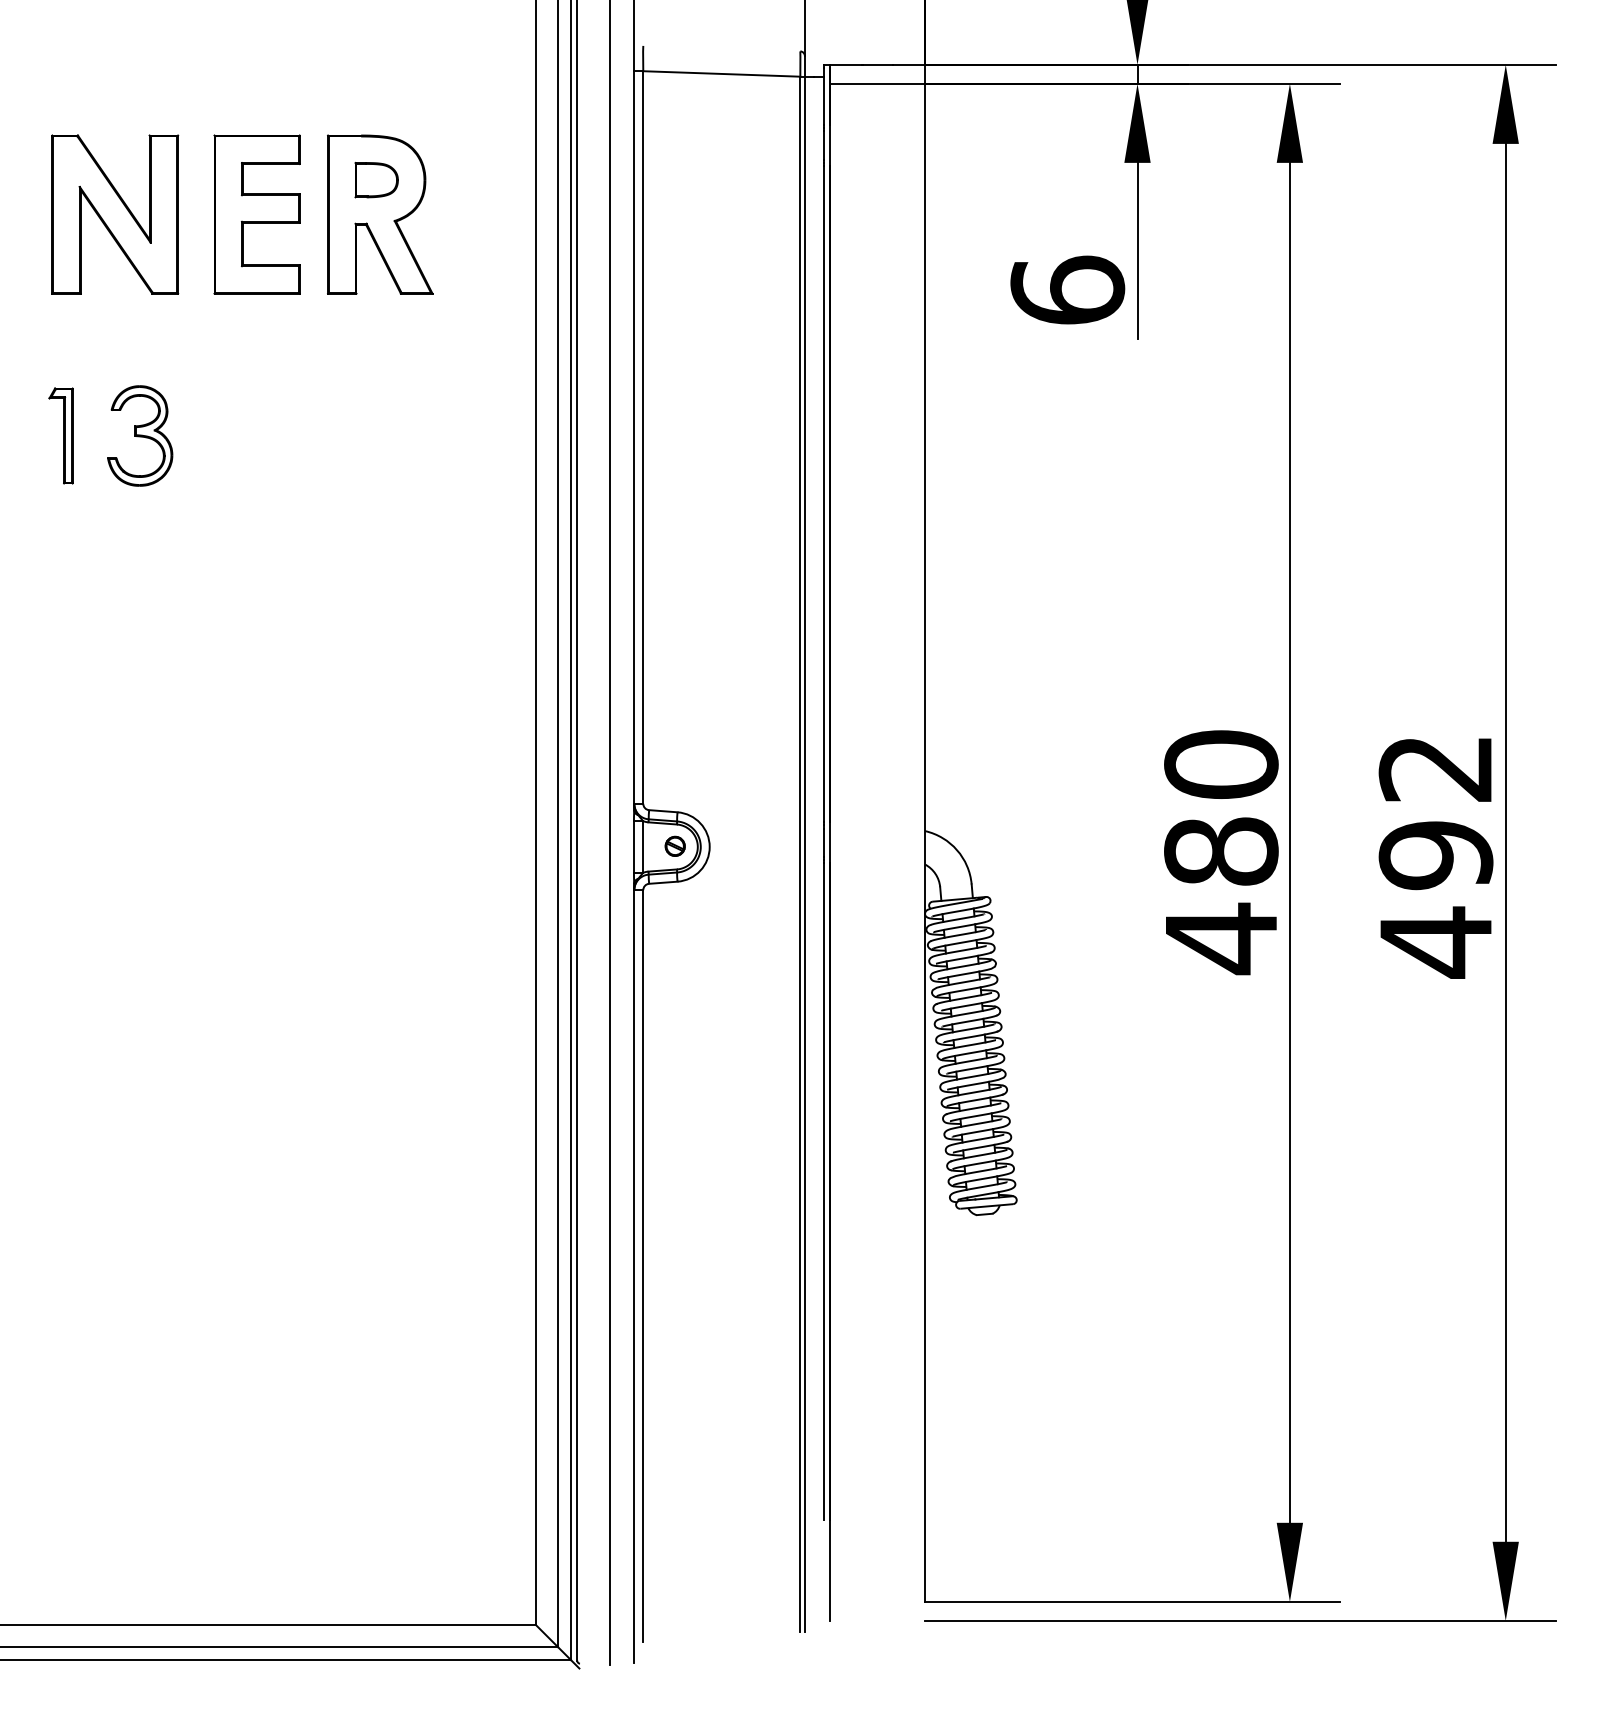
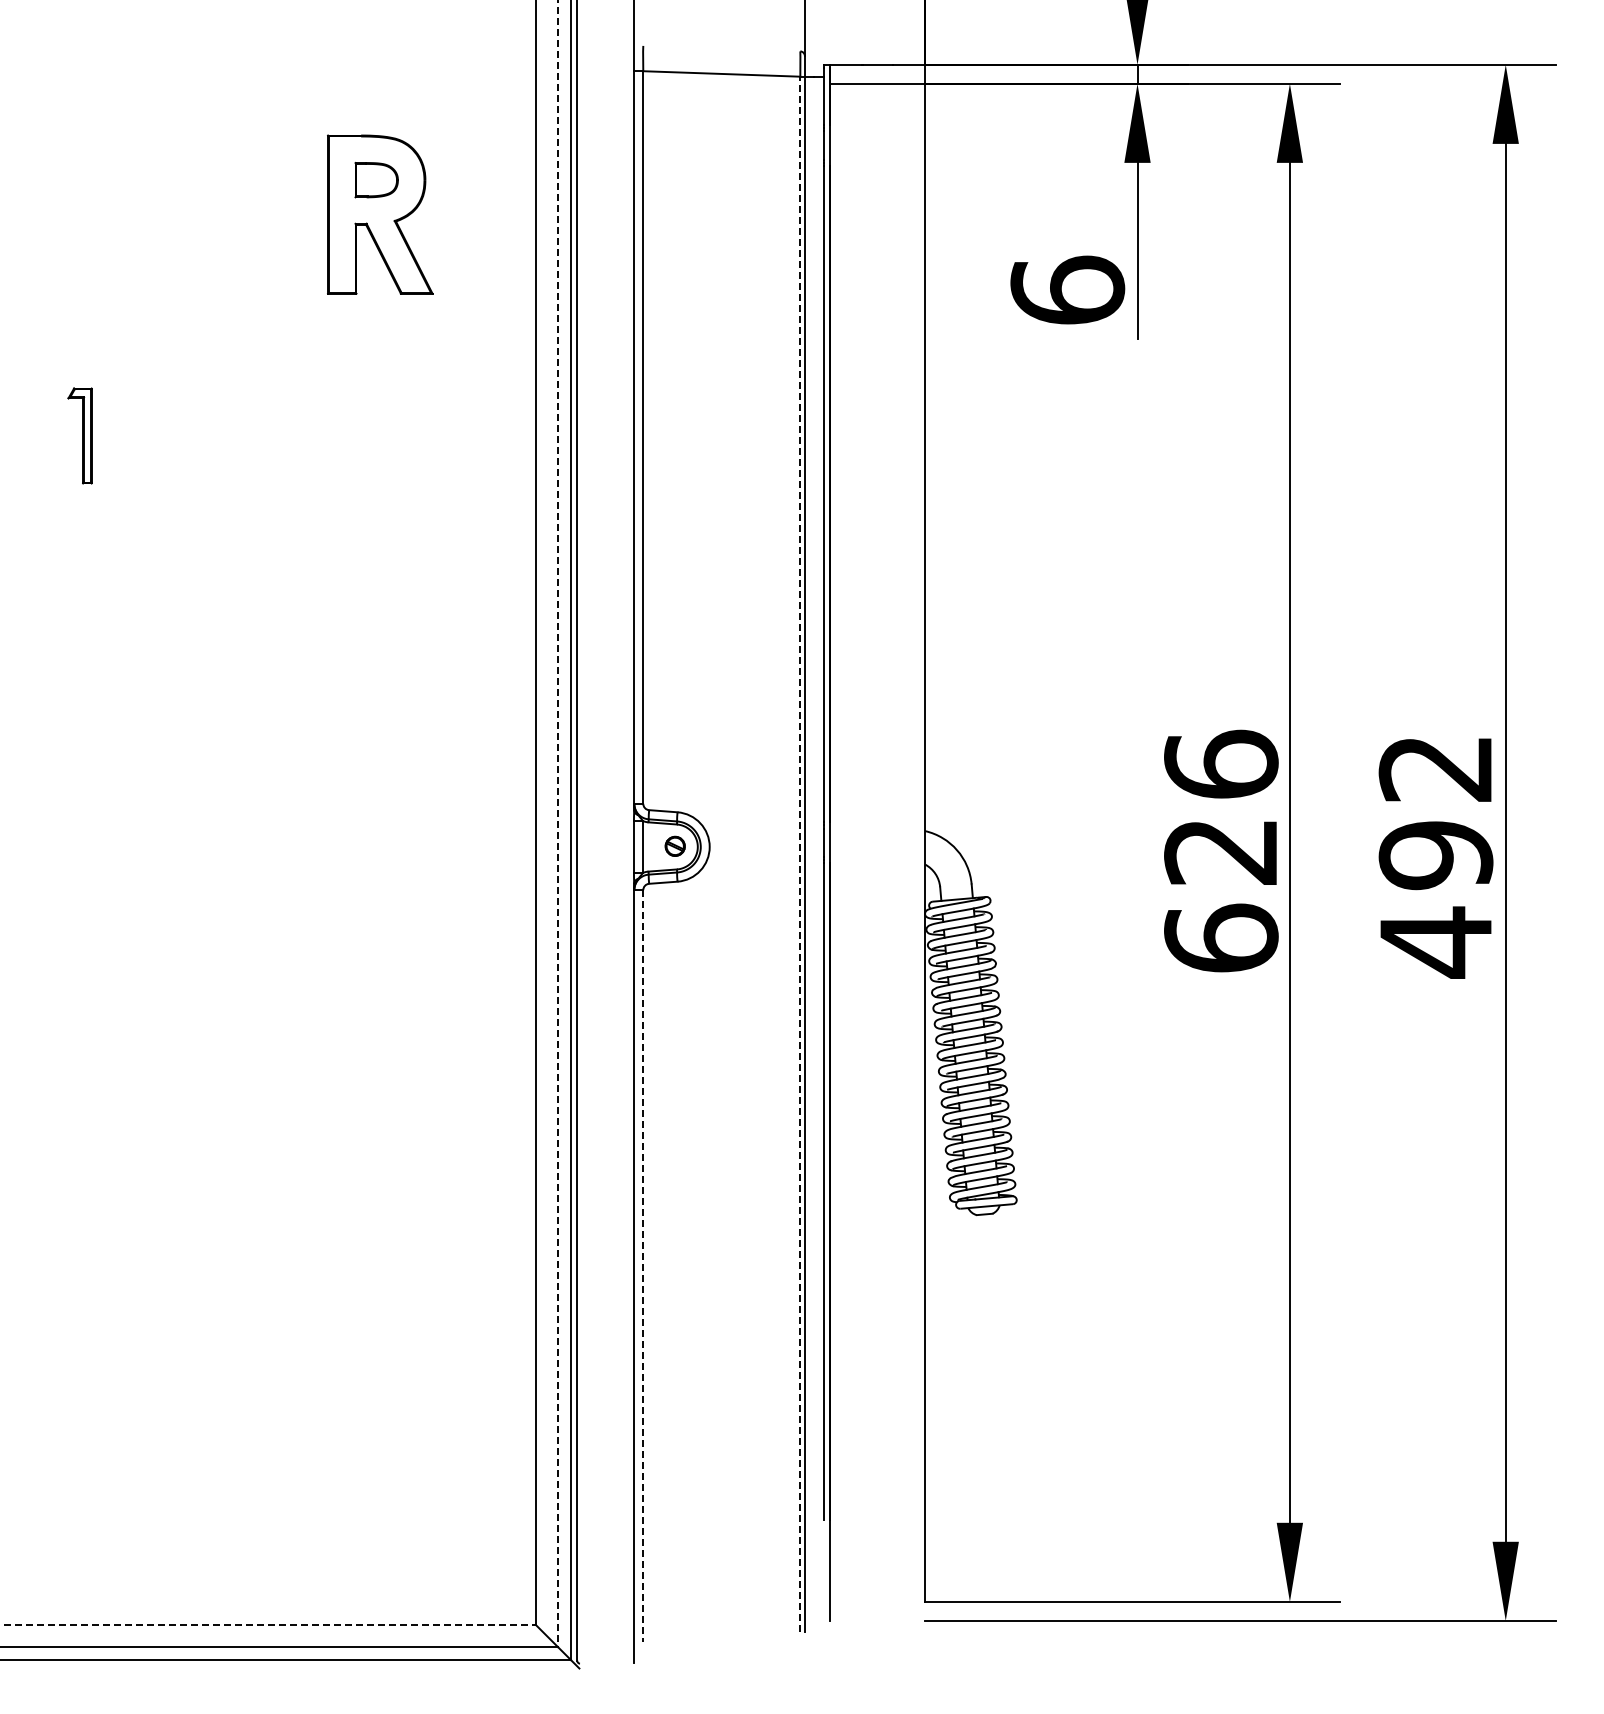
part at (115, 214): present -> none
part at (256, 214): present -> none
part at (60, 435) position: (60, 435) -> (79, 435)
part at (140, 435): present -> none
line at (558, 824): solid -> dashed
line at (610, 833): present -> none
text at (1221, 852): 480 -> 626
line at (800, 854): solid -> dashed
line at (643, 1265): solid -> dashed
line at (268, 1624): solid -> dashed
